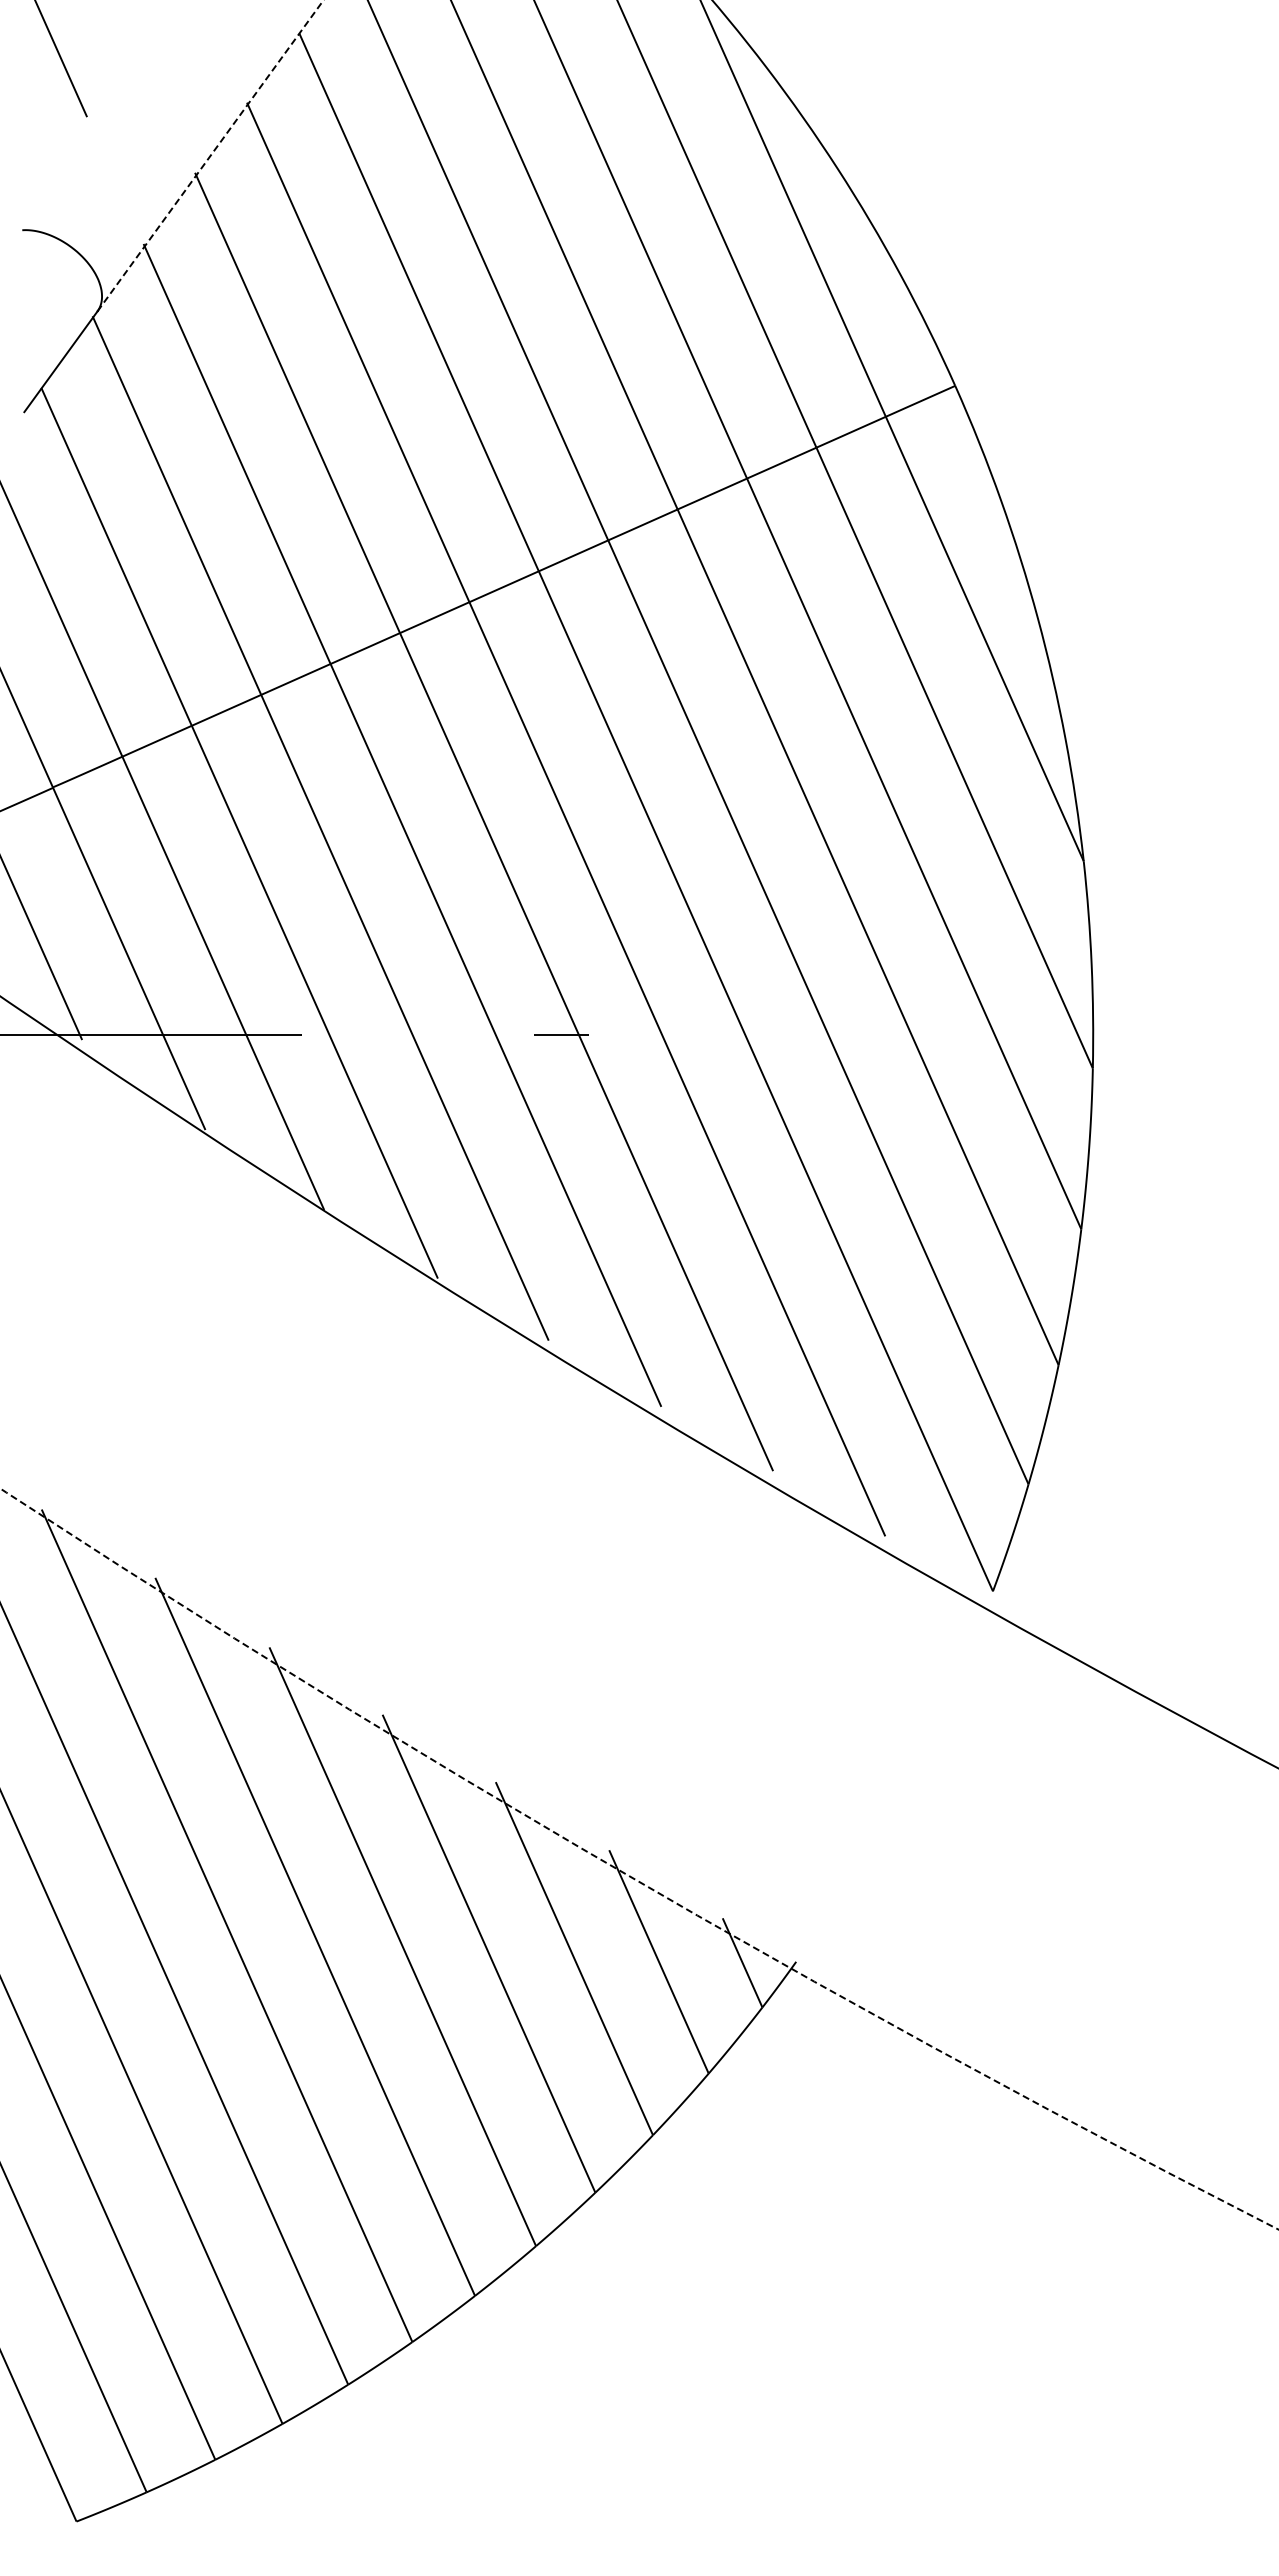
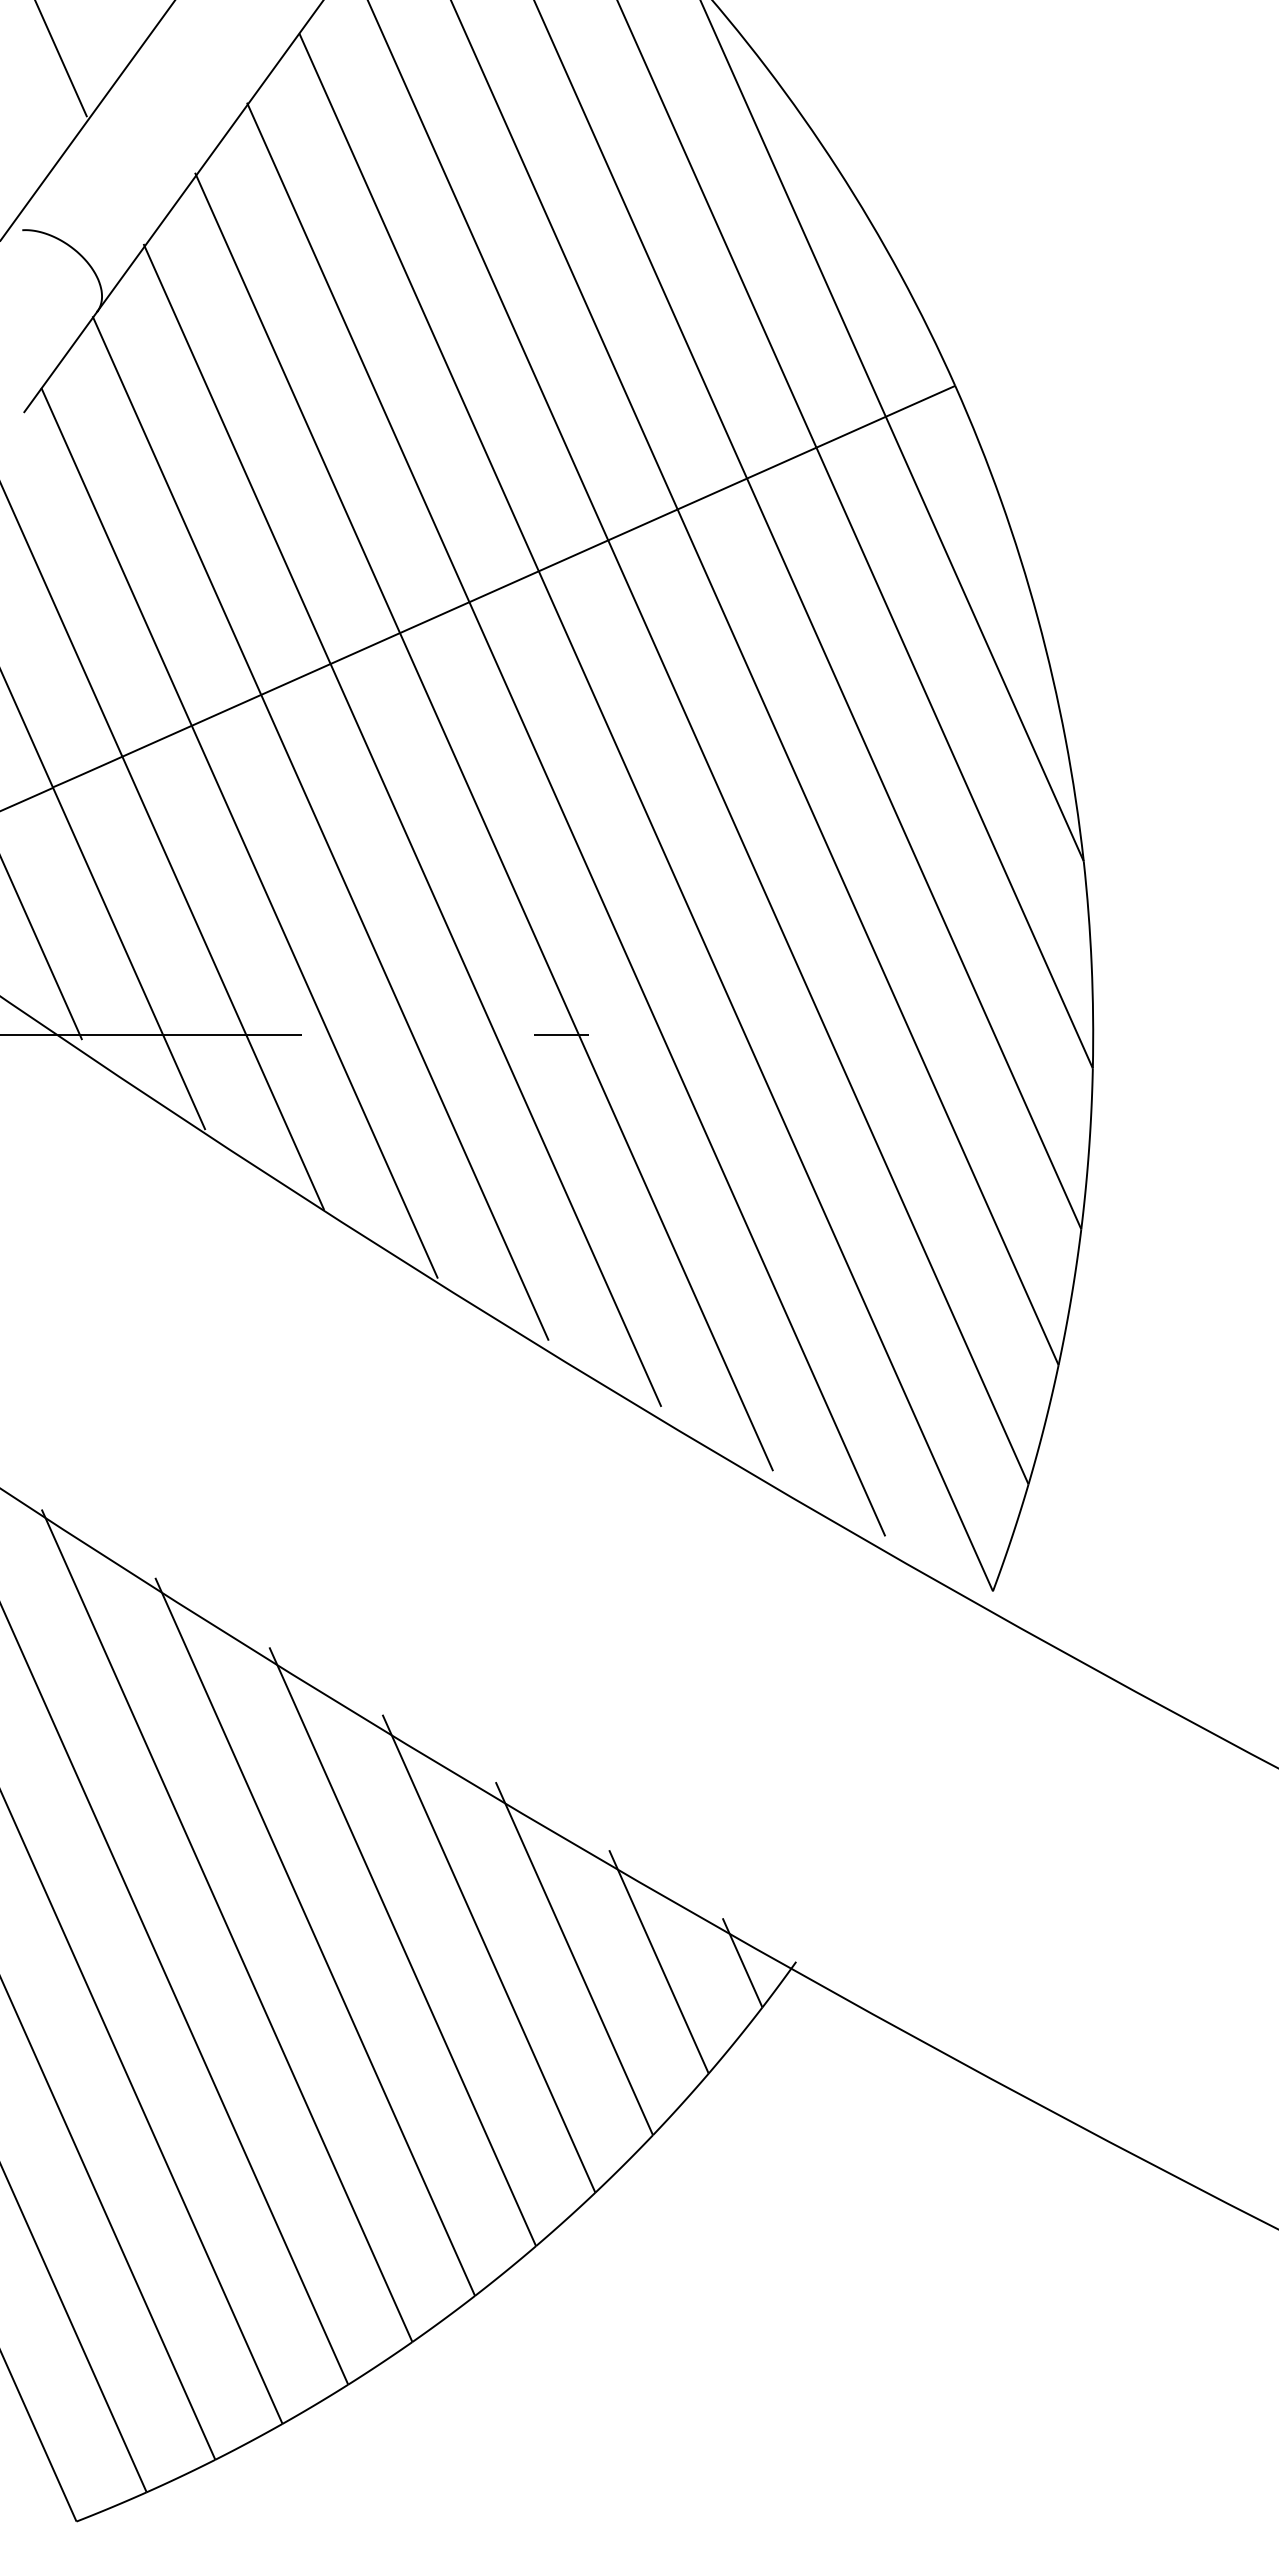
line at (87, 120): none -> present
line at (210, 155): dashed -> solid
arc at (629, 1876): dashed -> solid
